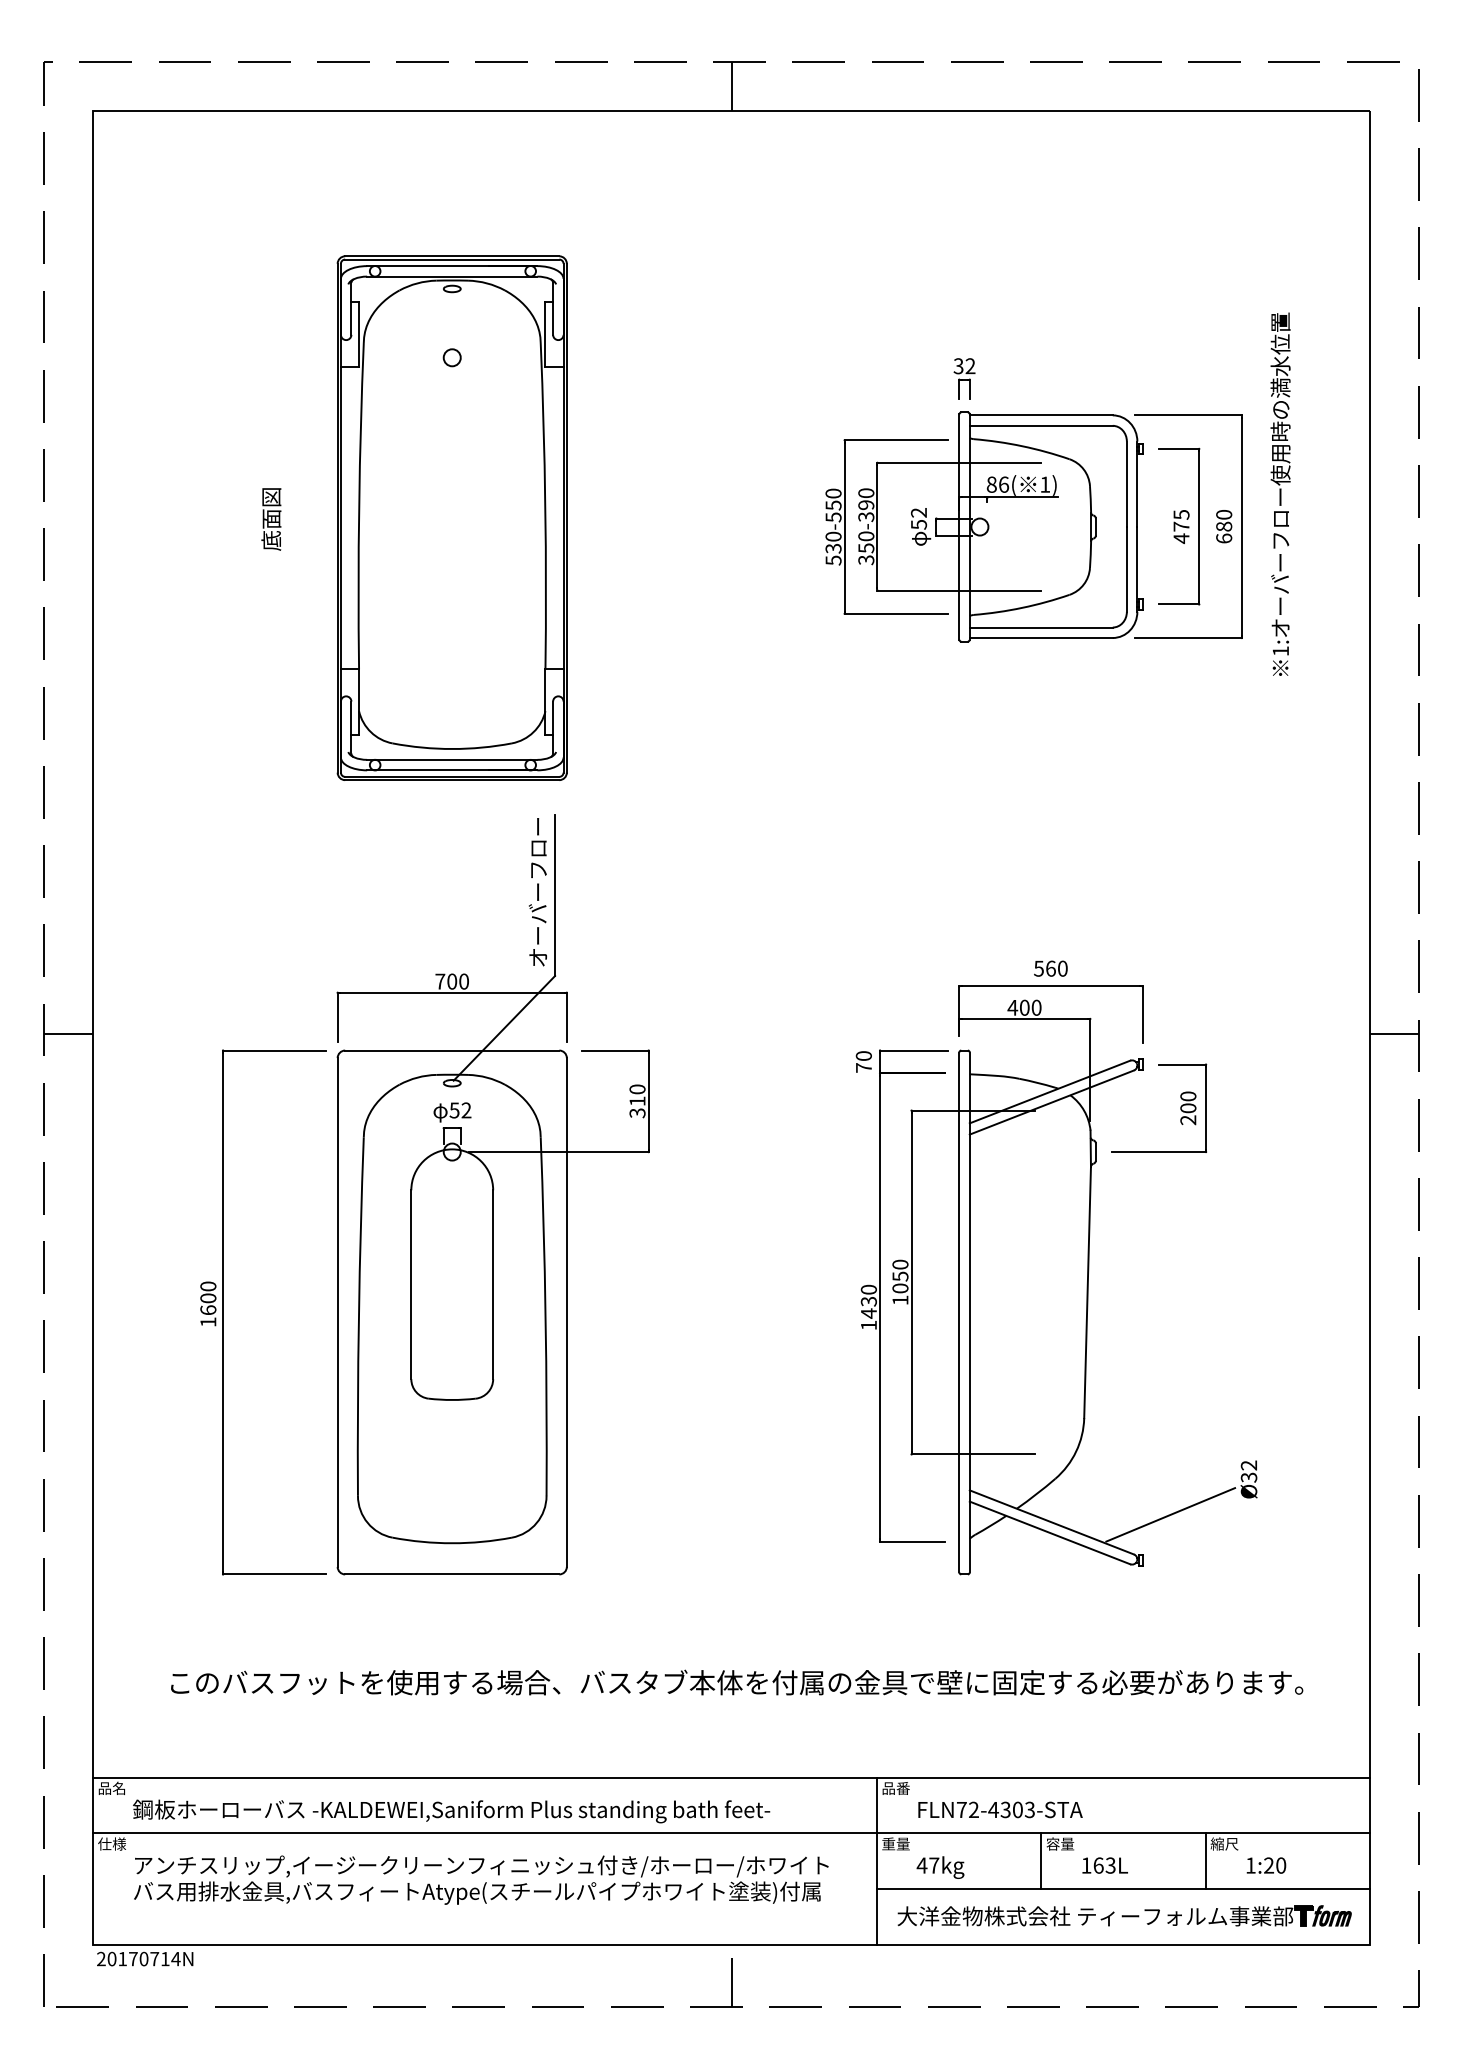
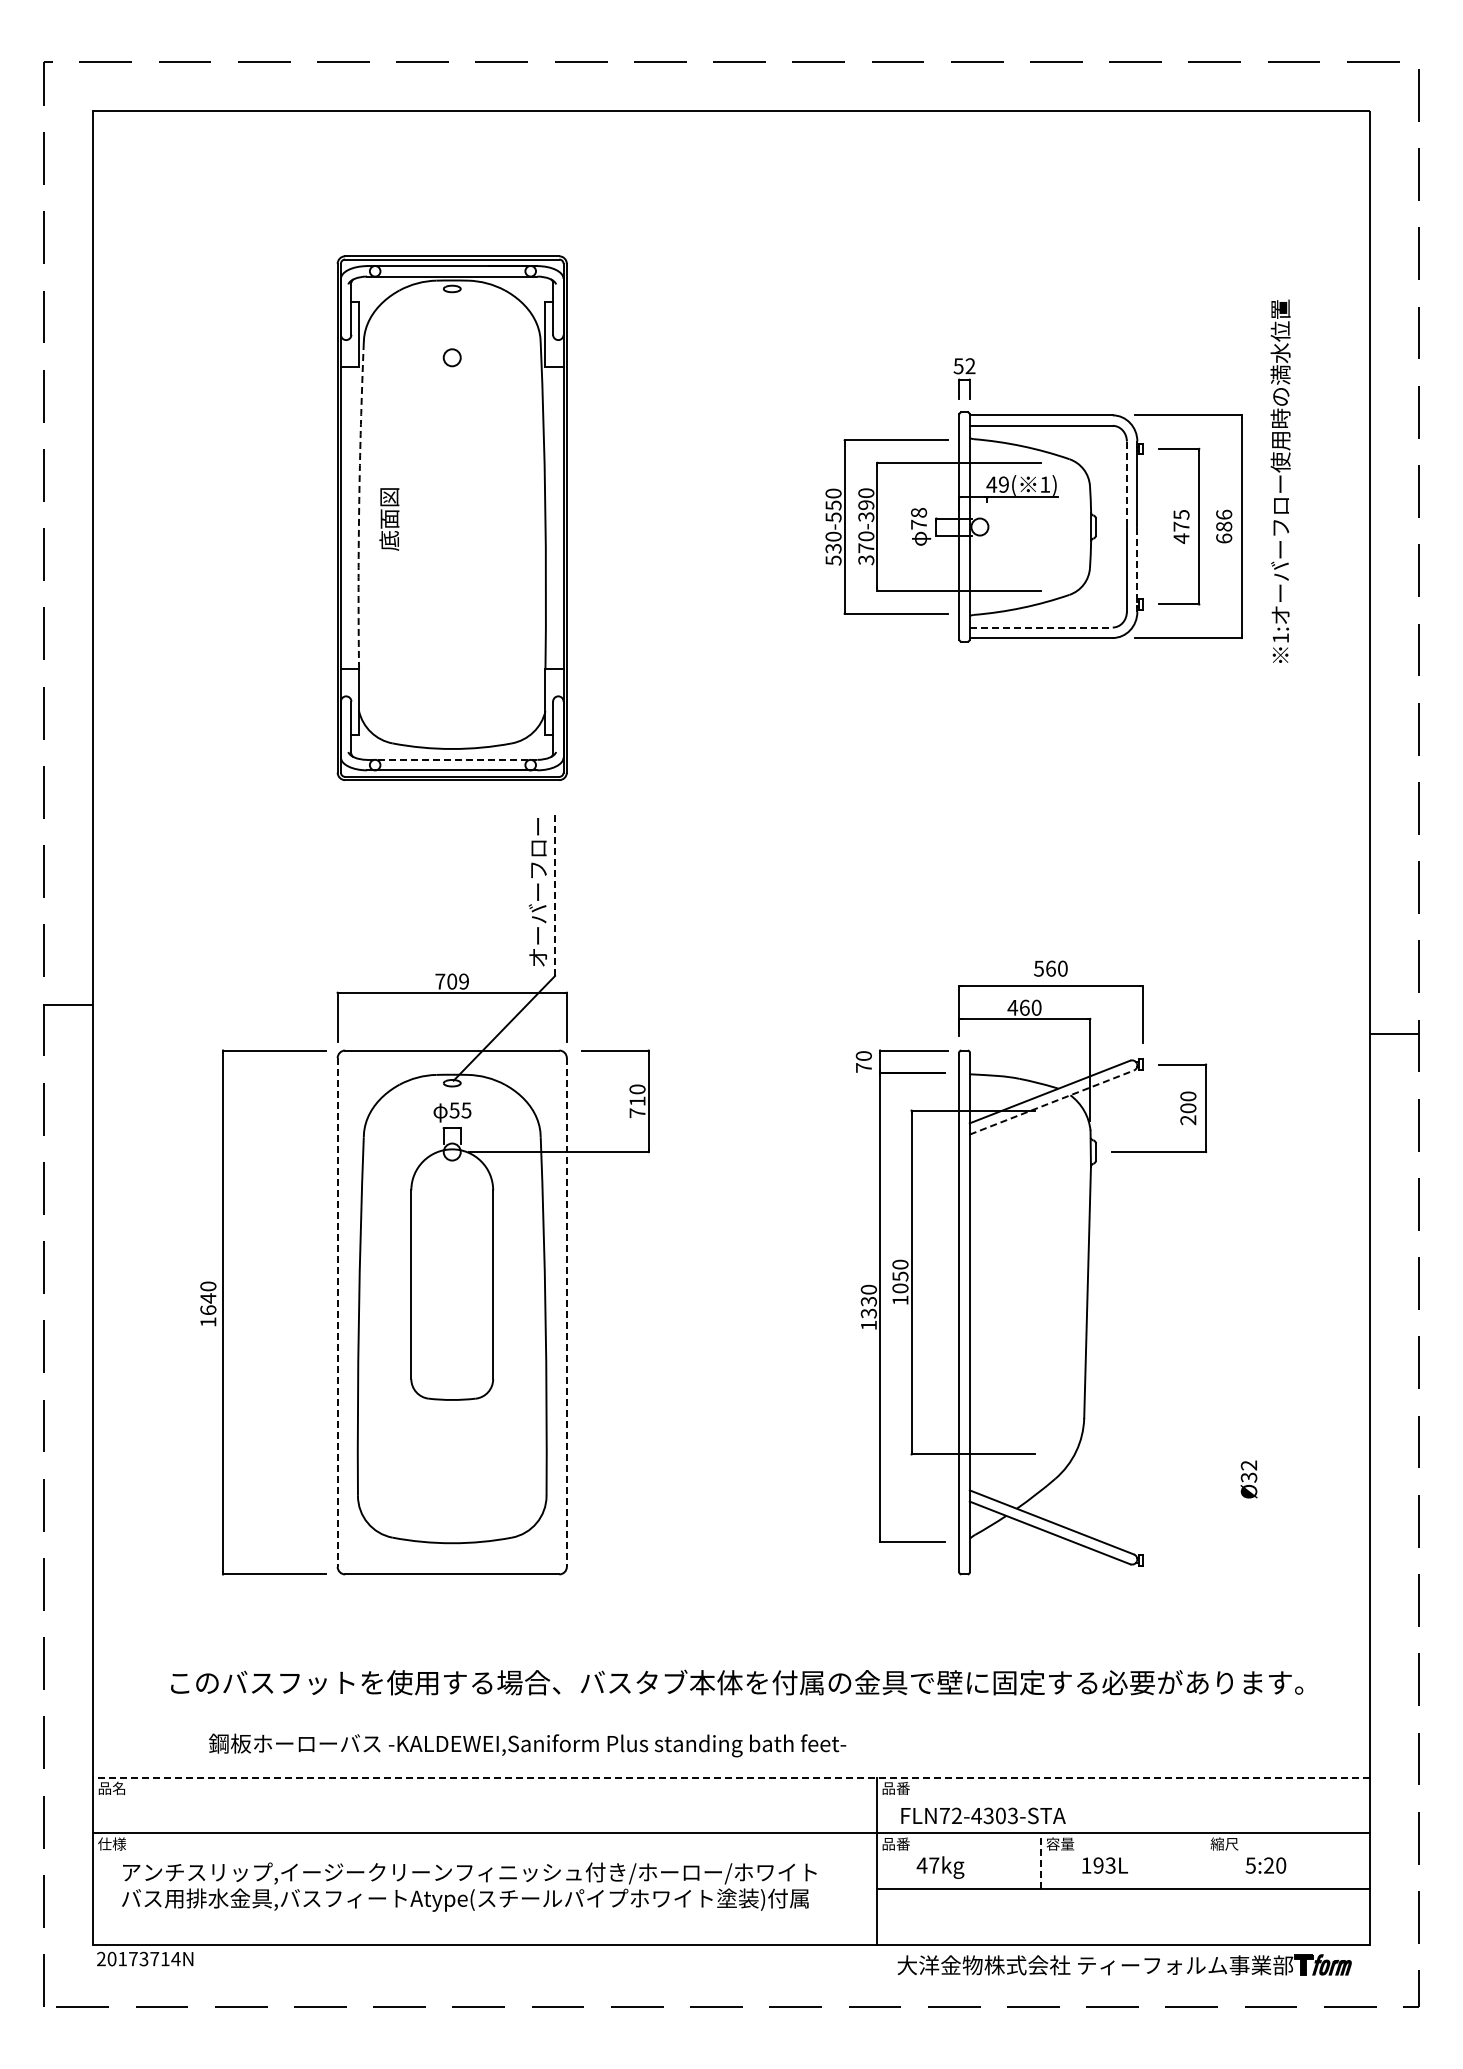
line at (731, 86): present -> none
text at (958, 365): 32 -> 52
text at (997, 484): 86( -> 49(
line at (1126, 484): solid -> dashed
text at (1280, 493) position: (1280, 493) -> (1280, 480)
arc at (359, 506): solid -> dashed
text at (1224, 514): 680 -> 686
text at (919, 518): 52 -> 78
text at (271, 519) position: (271, 519) -> (389, 519)
text at (866, 548): 350-390 -> 370-390
line at (1137, 569): solid -> dashed
line at (1041, 627): solid -> dashed
line at (452, 759): solid -> dashed
line at (555, 895): solid -> dashed
text at (463, 981): 700 -> 709
text at (1024, 1007): 400 -> 460
line at (68, 1034) position: (68, 1034) -> (68, 1005)
line at (1052, 1102): solid -> dashed
text at (466, 1110): 52 -> 55
text at (637, 1113): 310 -> 710
text at (208, 1298): 1600 -> 1640
line at (337, 1313): solid -> dashed
line at (566, 1313): solid -> dashed
text at (868, 1313): 1430 -> 1330
line at (1170, 1514): present -> none
line at (731, 1777): solid -> dashed
text at (1000, 1809) position: (1000, 1809) -> (983, 1815)
text at (451, 1811) position: (451, 1811) -> (527, 1745)
text at (895, 1843): 重量 -> 品番
line at (1041, 1861): solid -> dashed
line at (1205, 1861): present -> none
text at (1098, 1865): 163L -> 193L
text at (1250, 1865): 1:20 -> 5:20
text at (481, 1879) position: (481, 1879) -> (469, 1886)
part at (1124, 1915) position: (1124, 1915) -> (1124, 1964)
text at (143, 1959): 20170714N -> 20173714N
line at (731, 1981): present -> none
